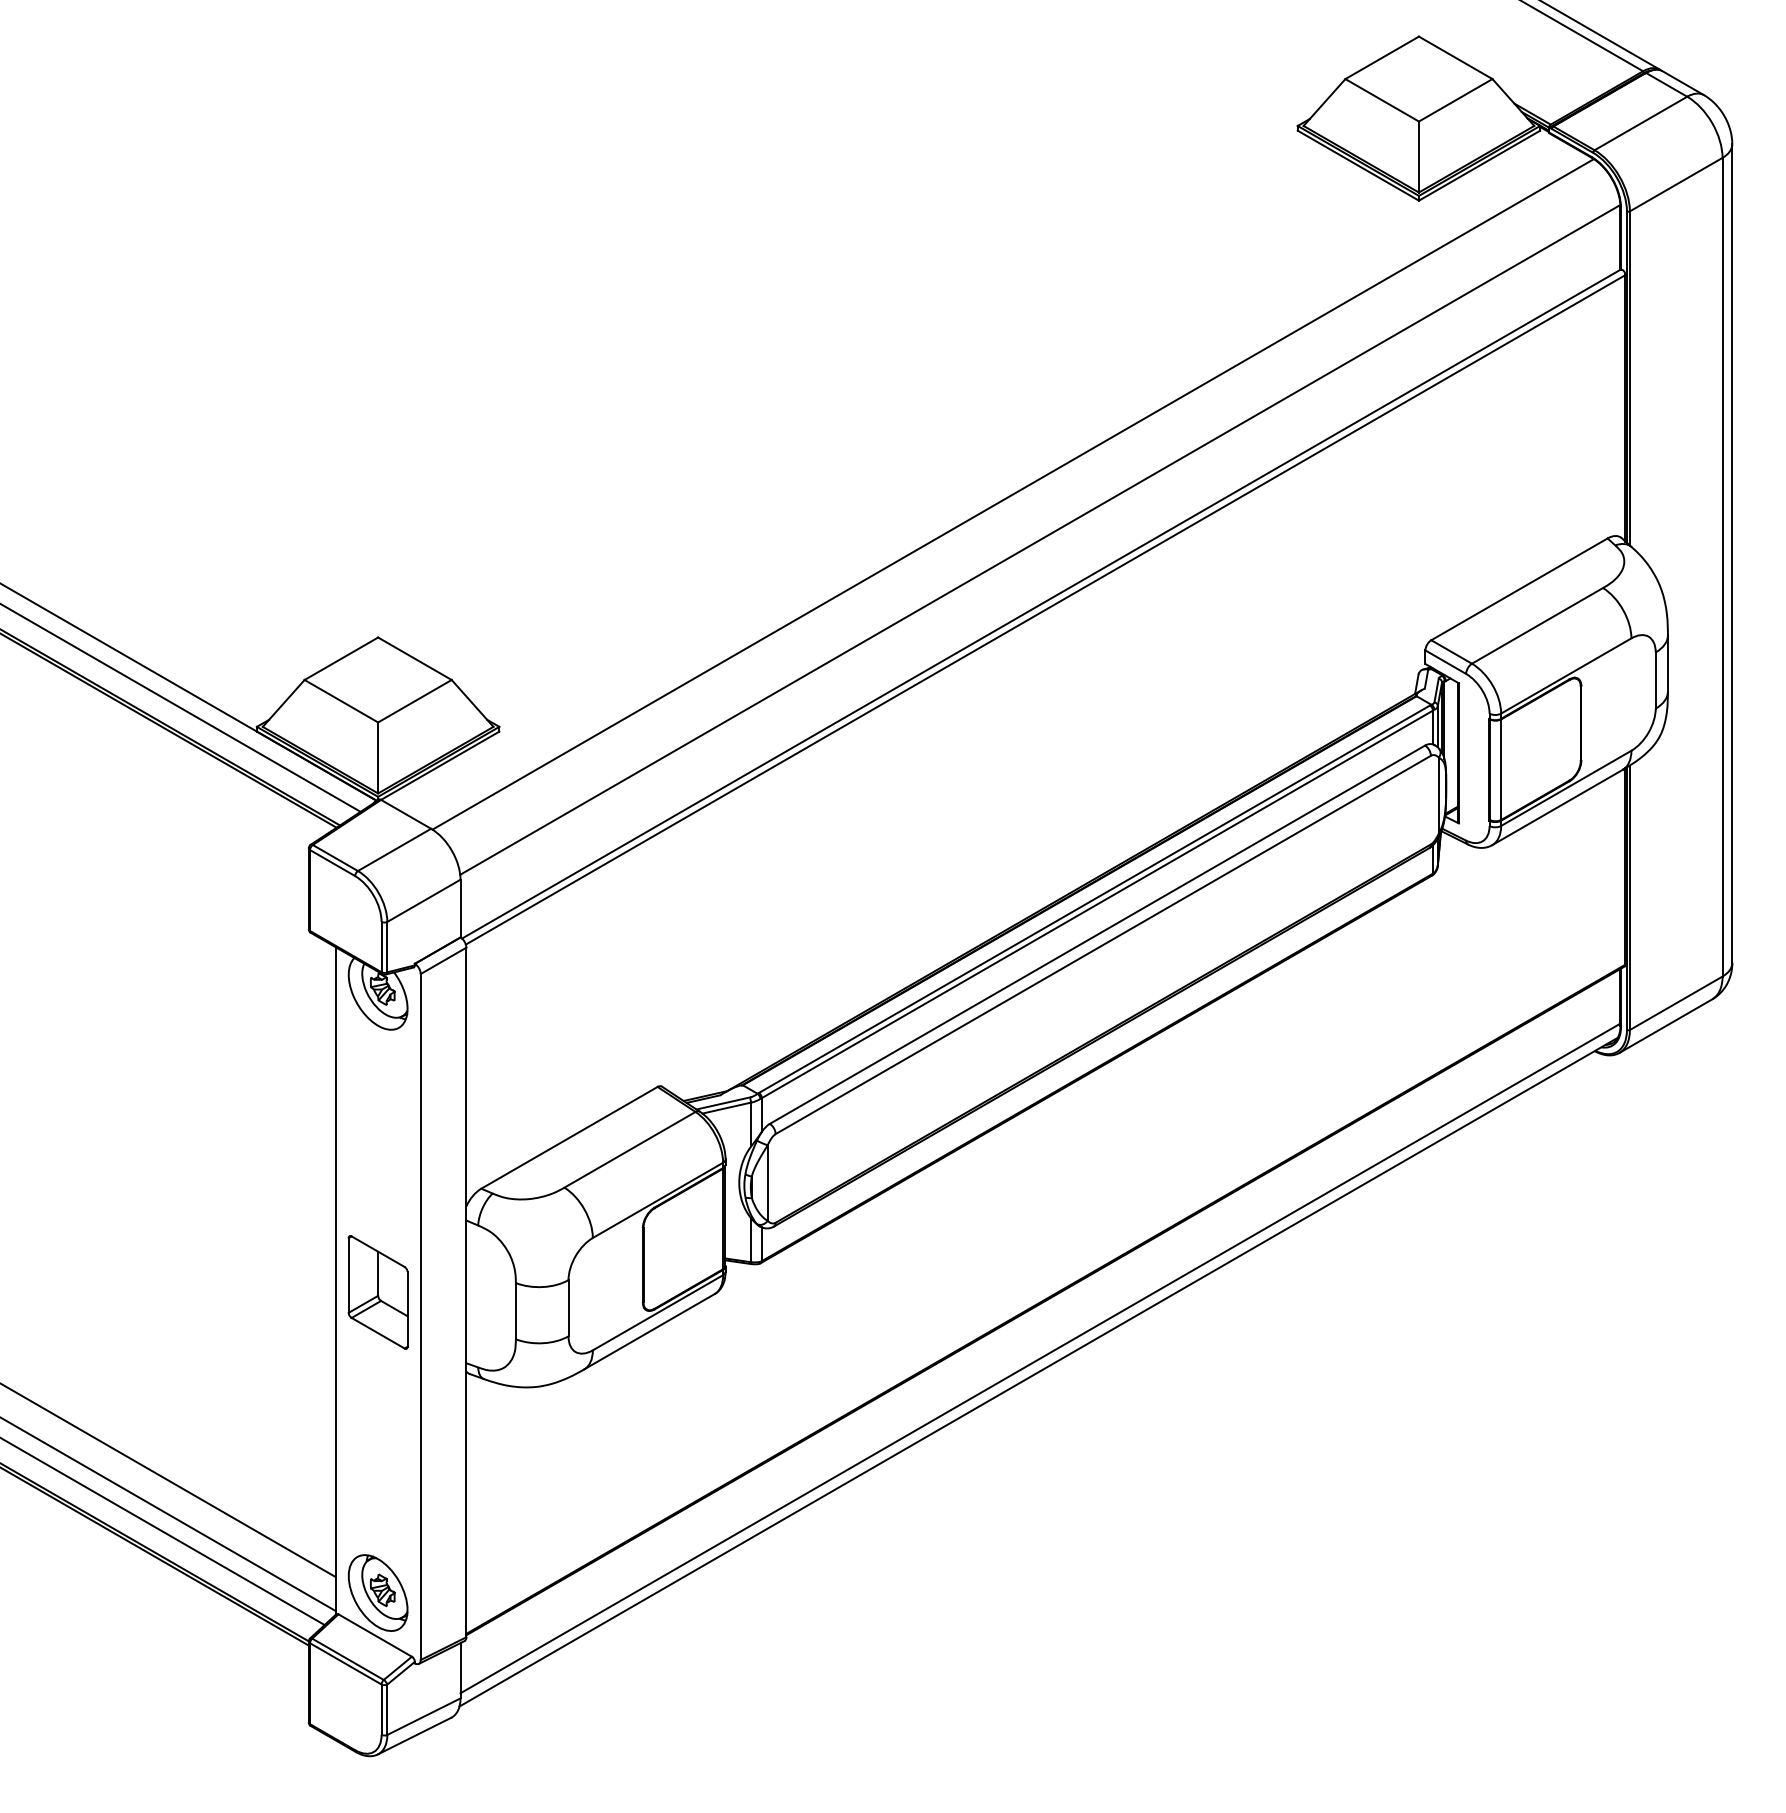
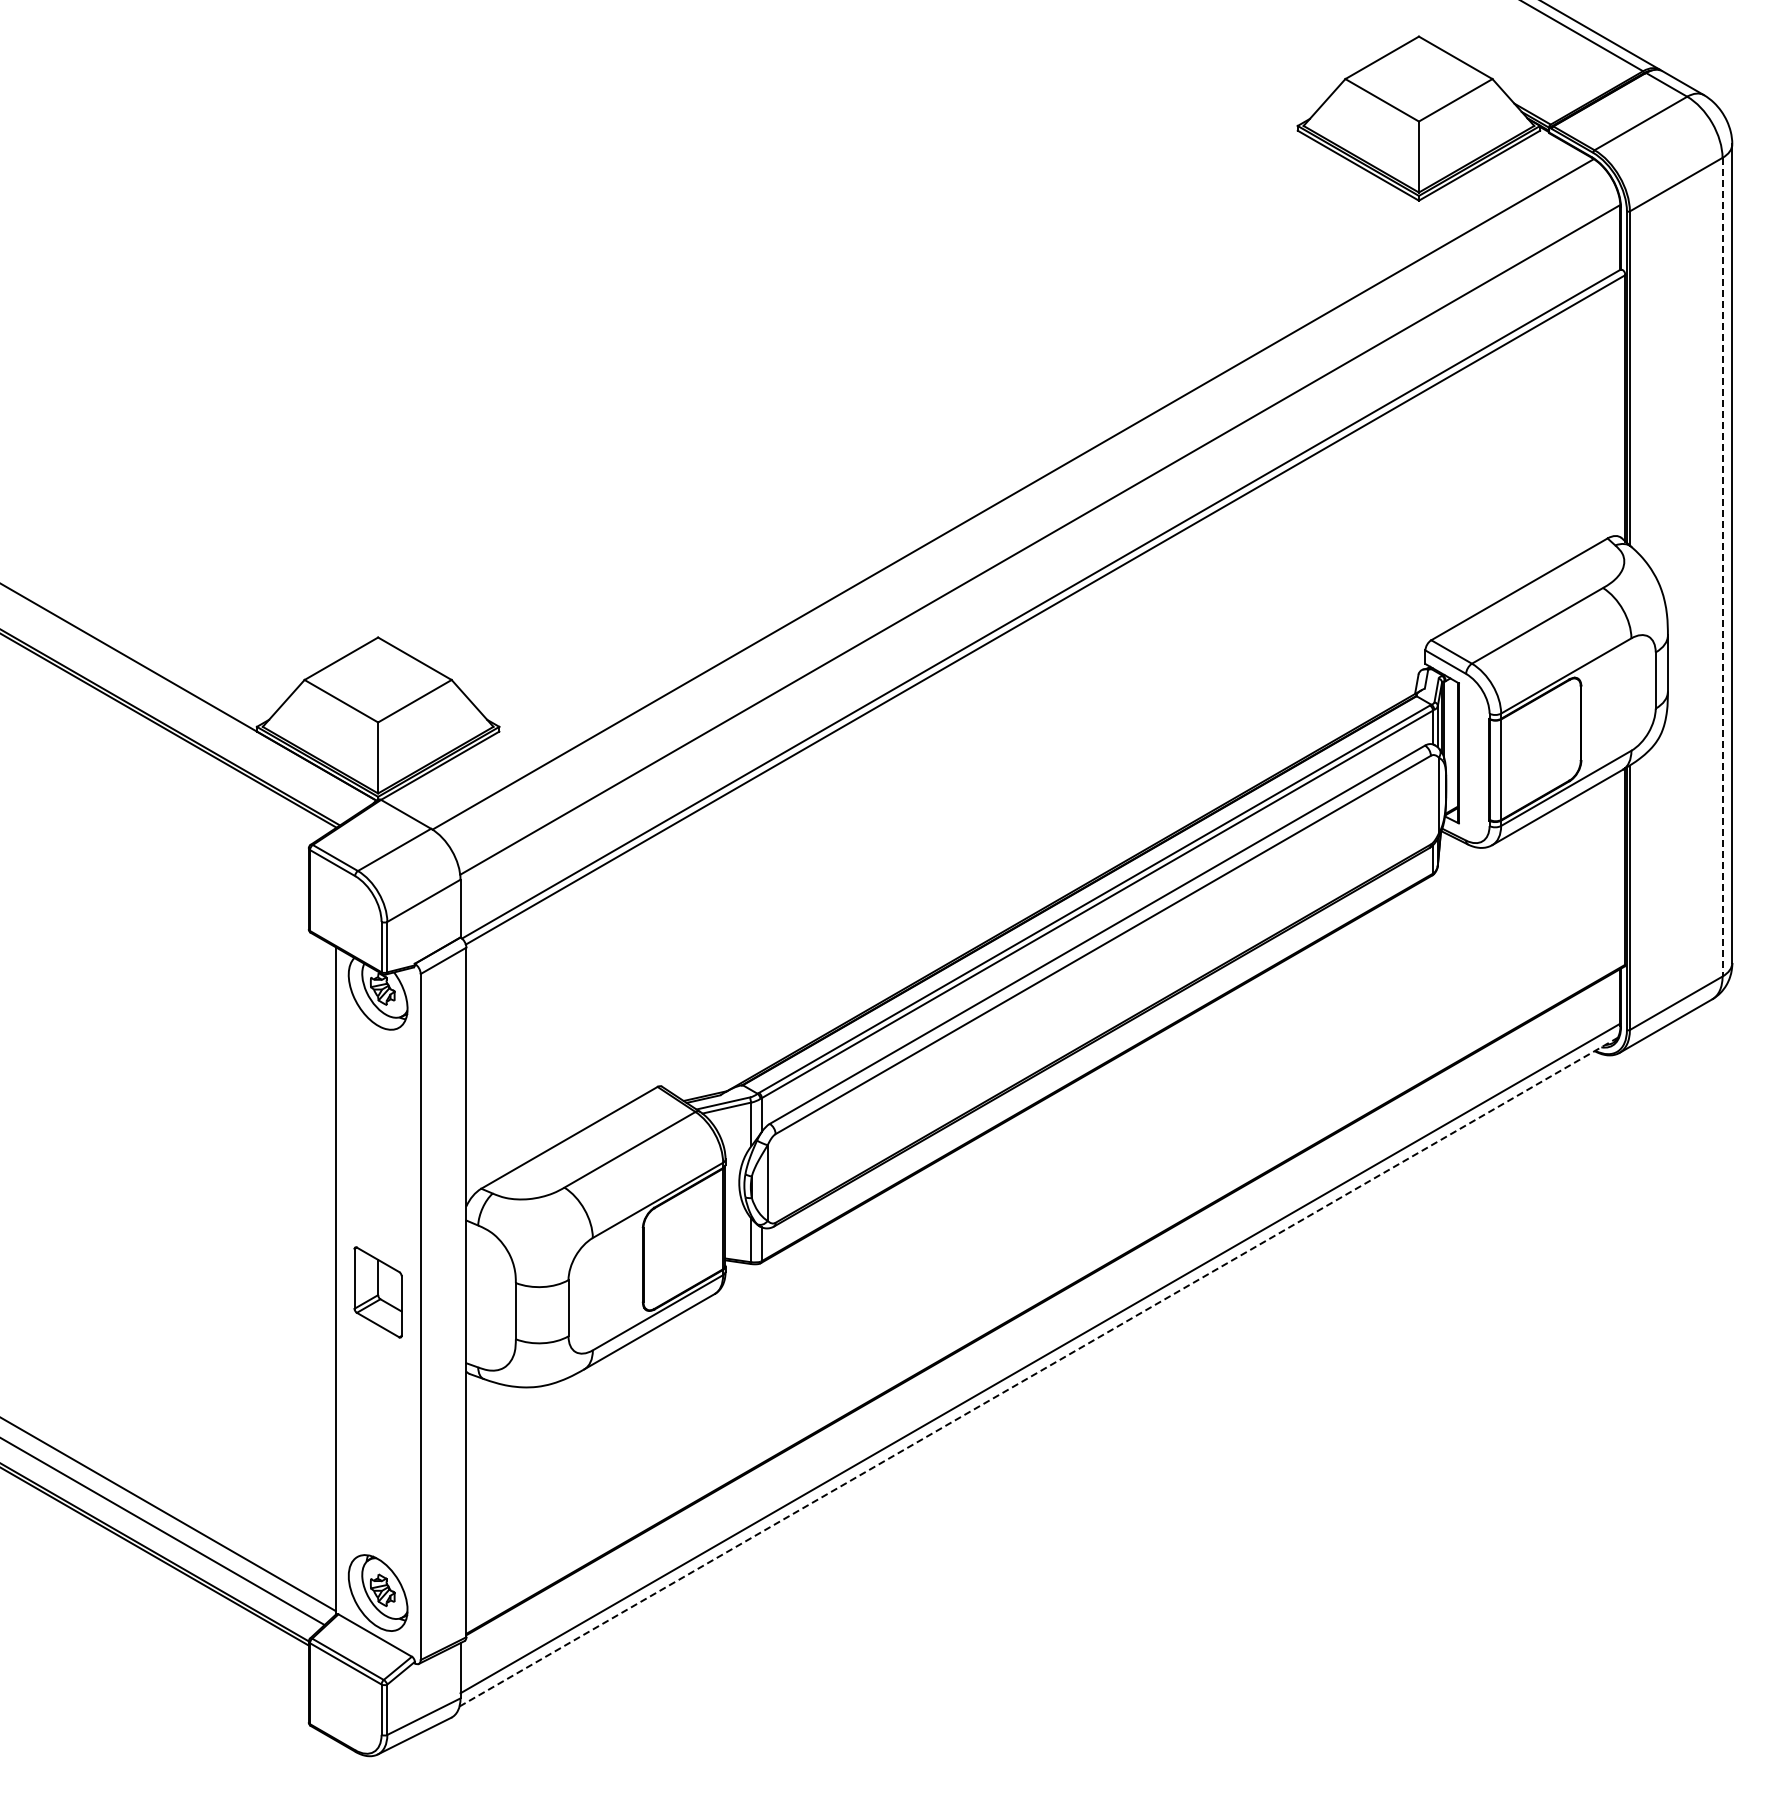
line at (1722, 567): solid -> dashed
line at (181, 708): present -> none
part at (377, 1292) size: 62x115 px -> 50x93 px
line at (1038, 1372): solid -> dashed
line at (168, 1480): present -> none
